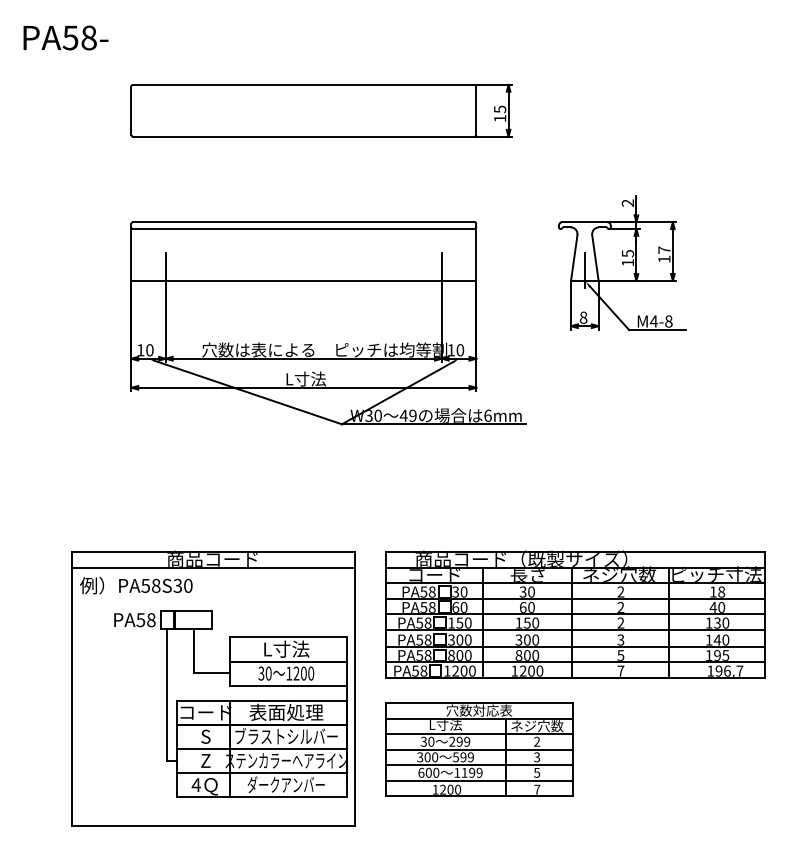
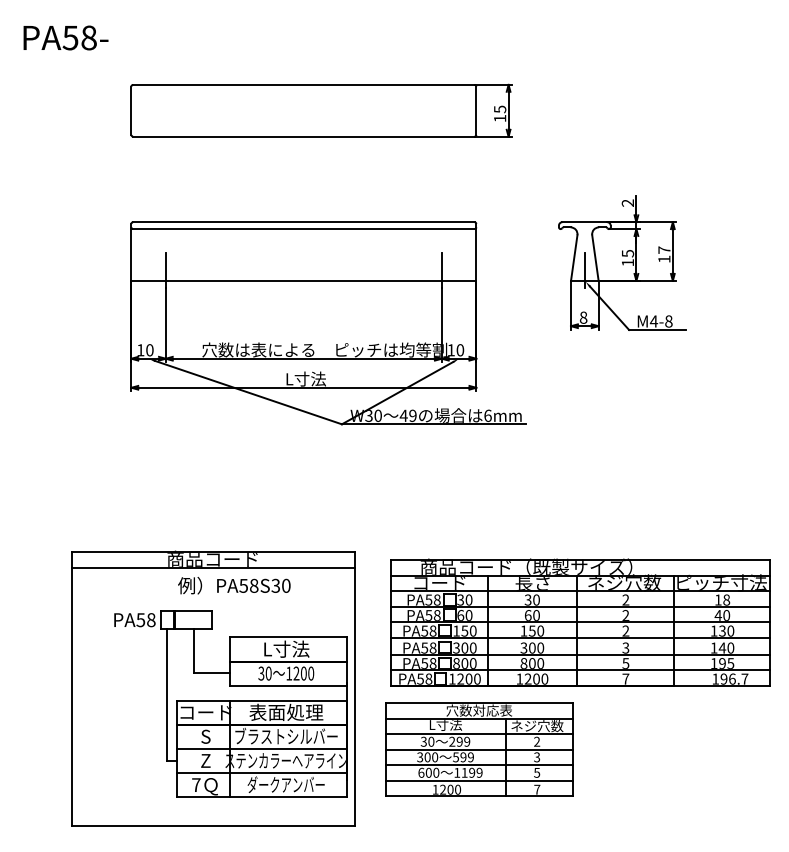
text at (136, 585) position: (136, 585) -> (234, 585)
part at (575, 614) position: (575, 614) -> (580, 622)
text at (195, 784): 4 -> 7
